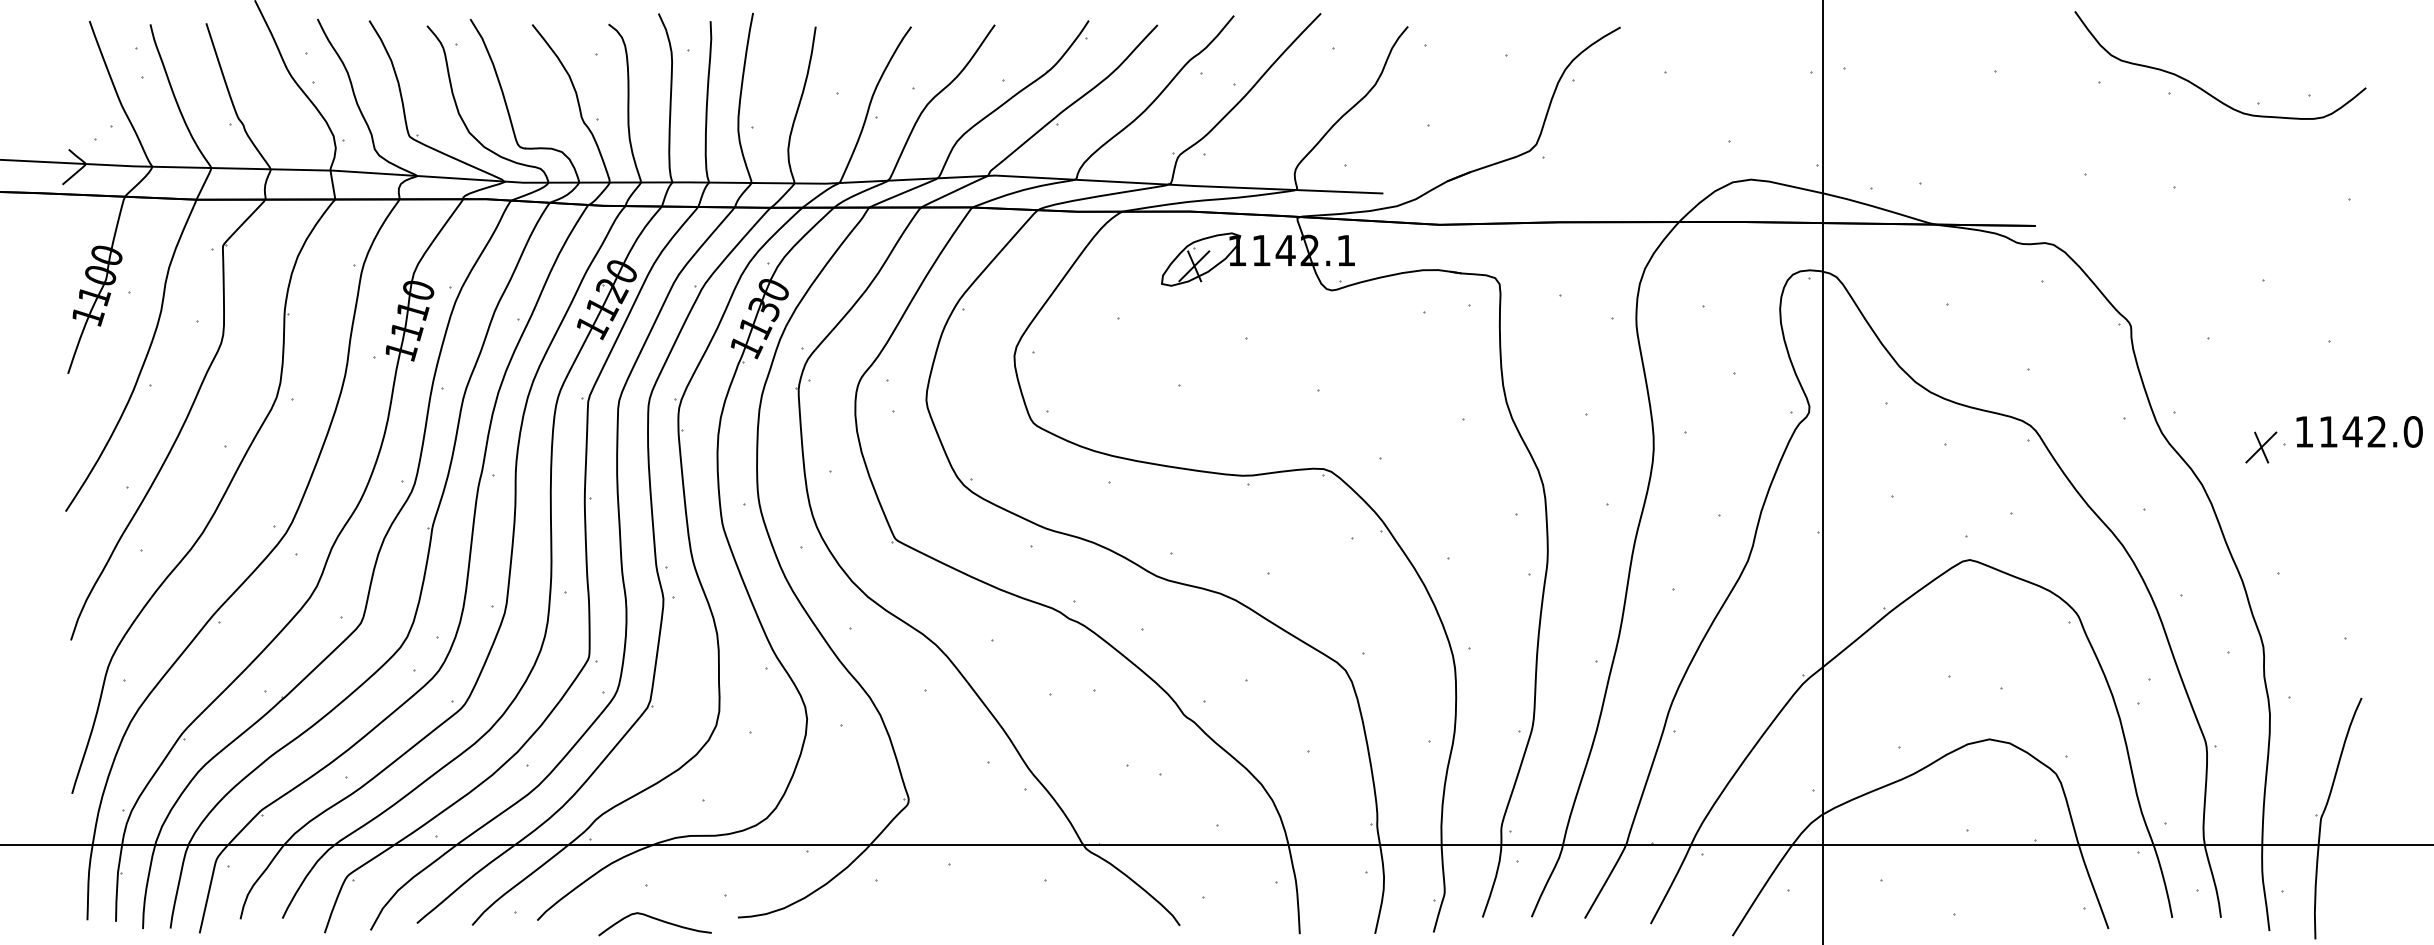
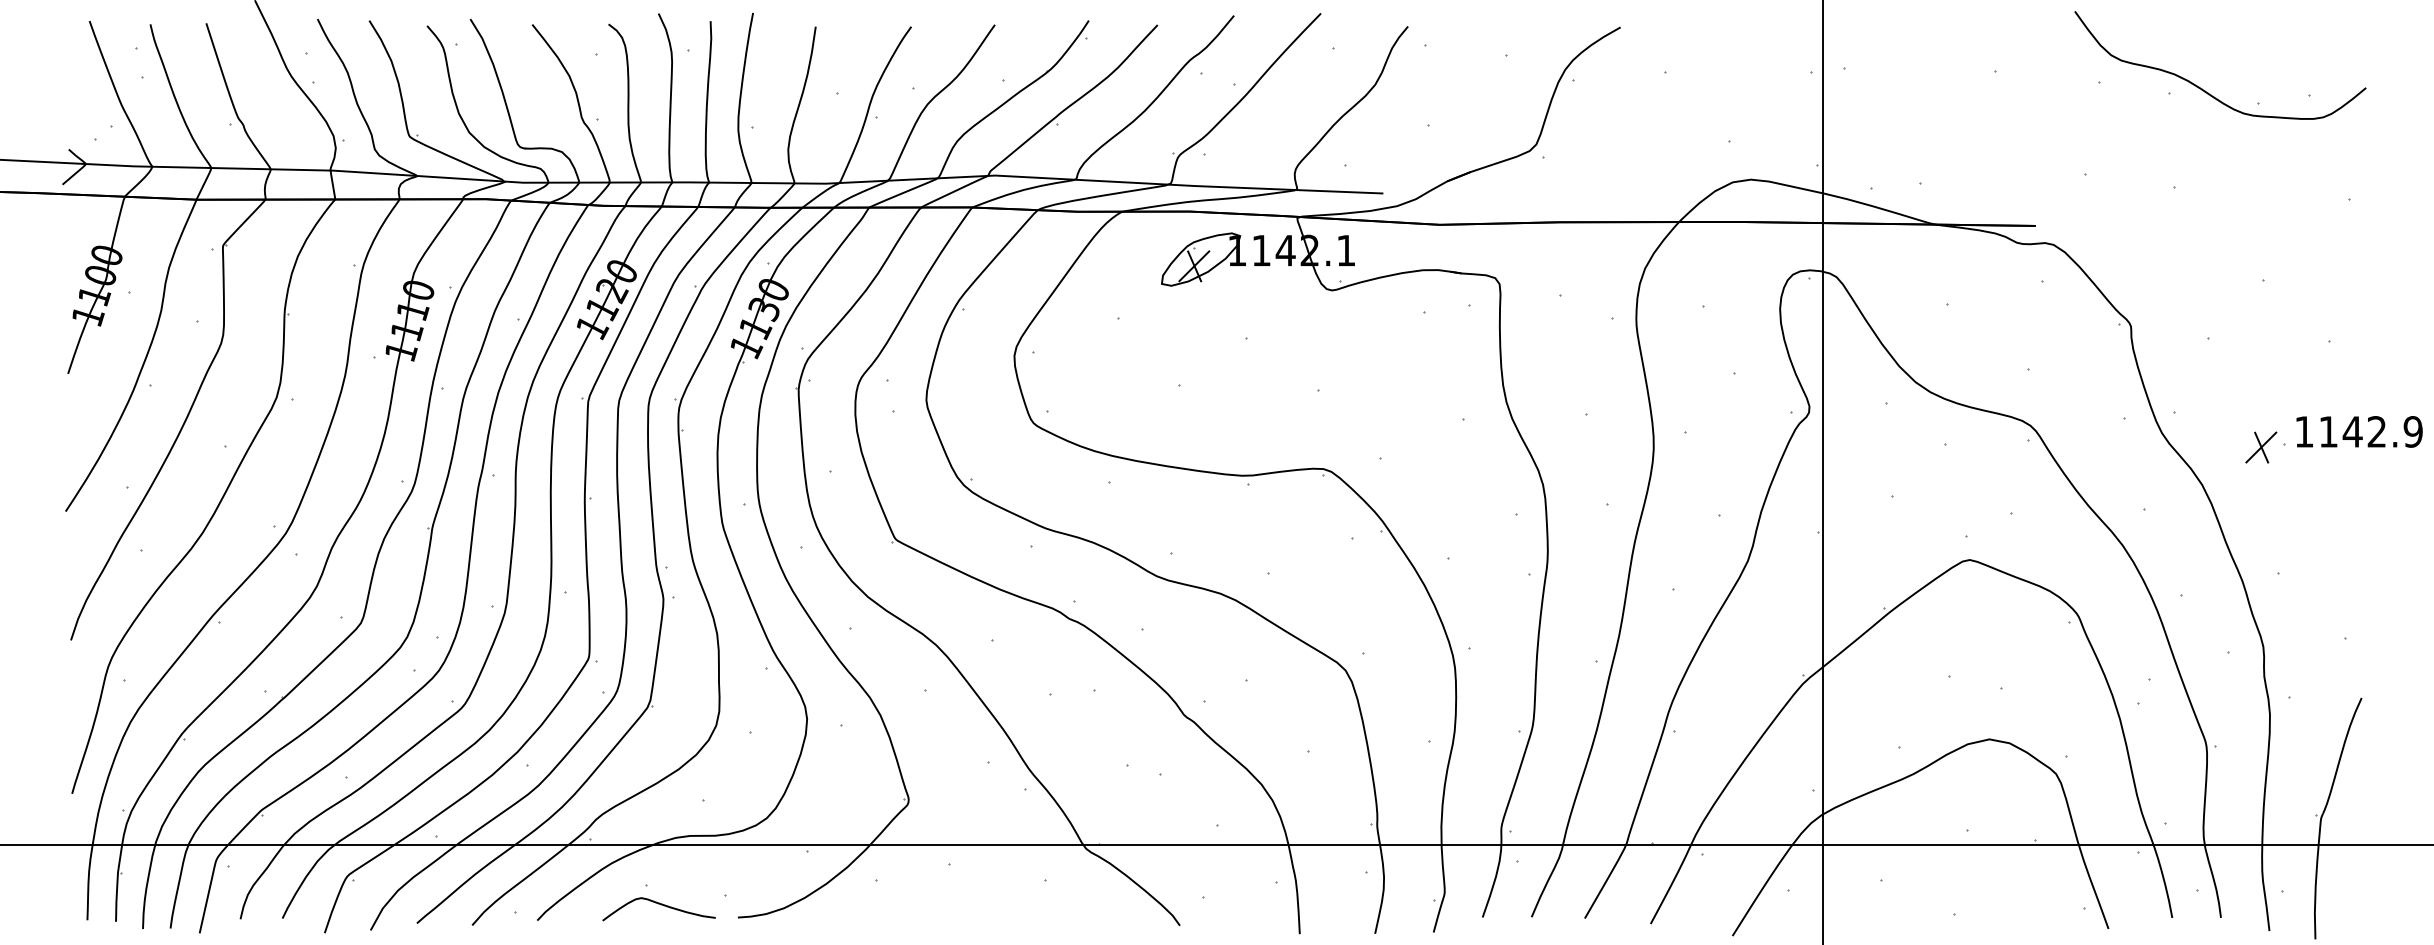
text at (2412, 431): 1142.0 -> 1142.9
curve at (654, 919) position: (654, 919) -> (658, 904)
